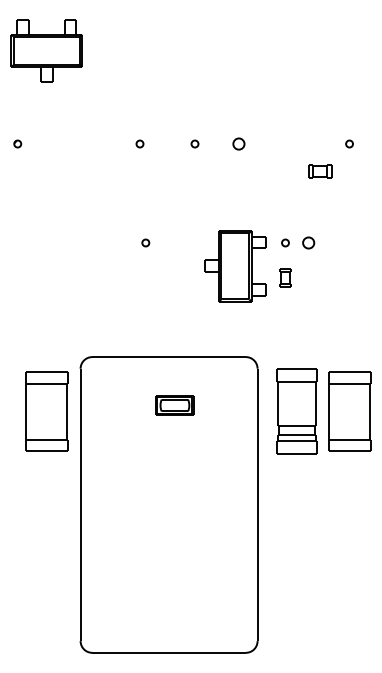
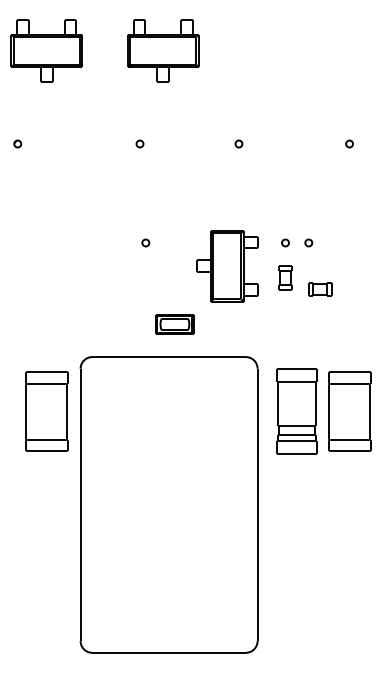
part at (163, 50): none -> present
part at (194, 143): present -> none
part at (238, 143) size: 14x14 px -> 10x10 px
part at (320, 171) position: (320, 171) -> (320, 289)
part at (308, 242) size: 14x14 px -> 10x10 px
part at (235, 266) position: (235, 266) -> (227, 266)
part at (285, 277) size: 13x20 px -> 15x26 px
part at (174, 405) position: (174, 405) -> (174, 324)
